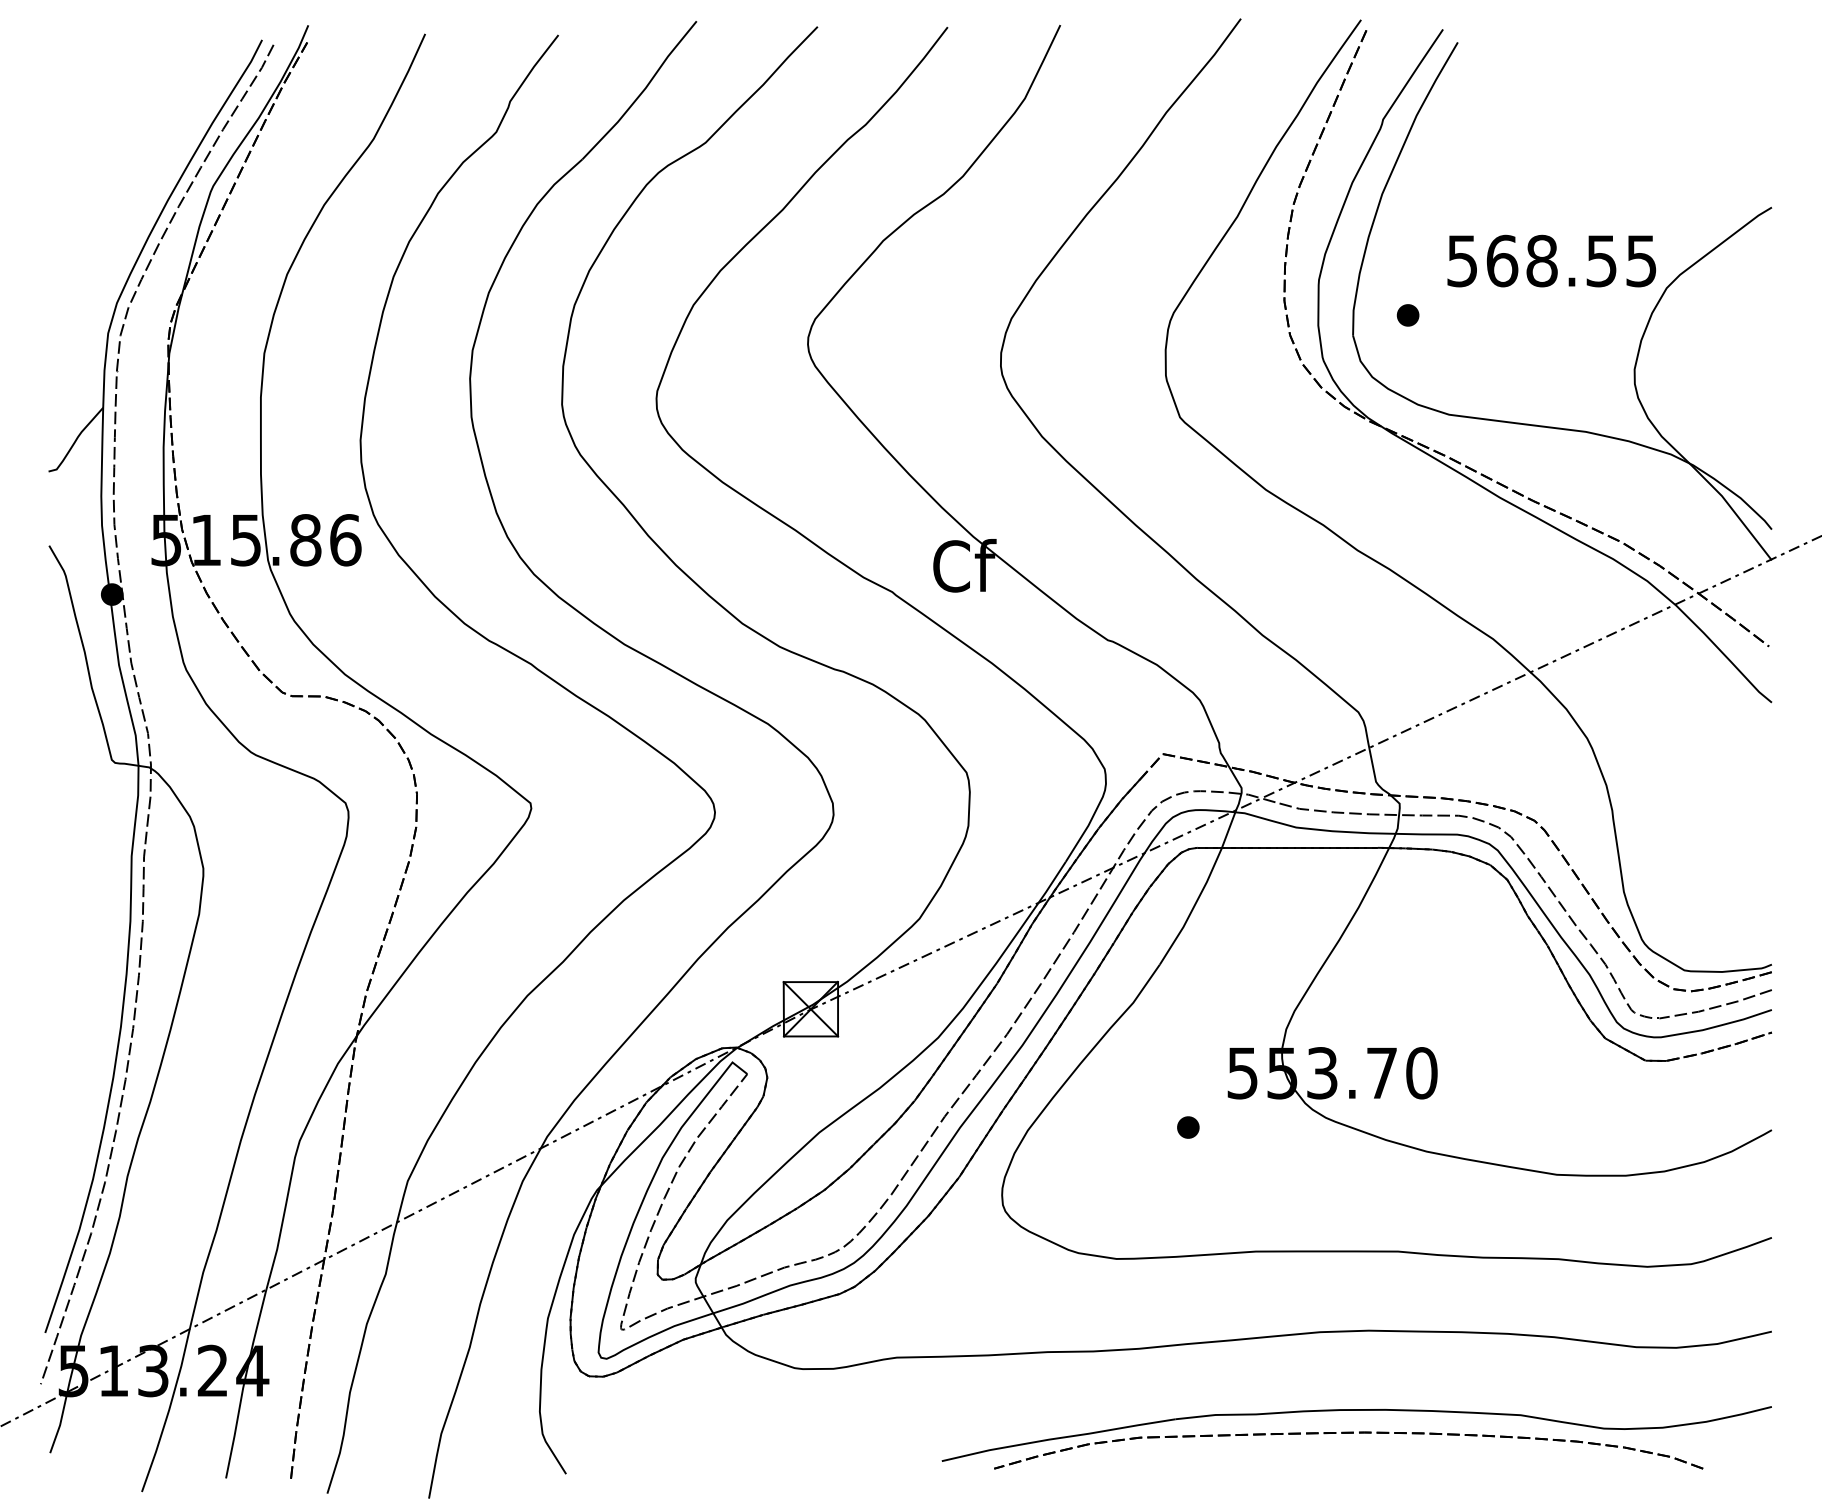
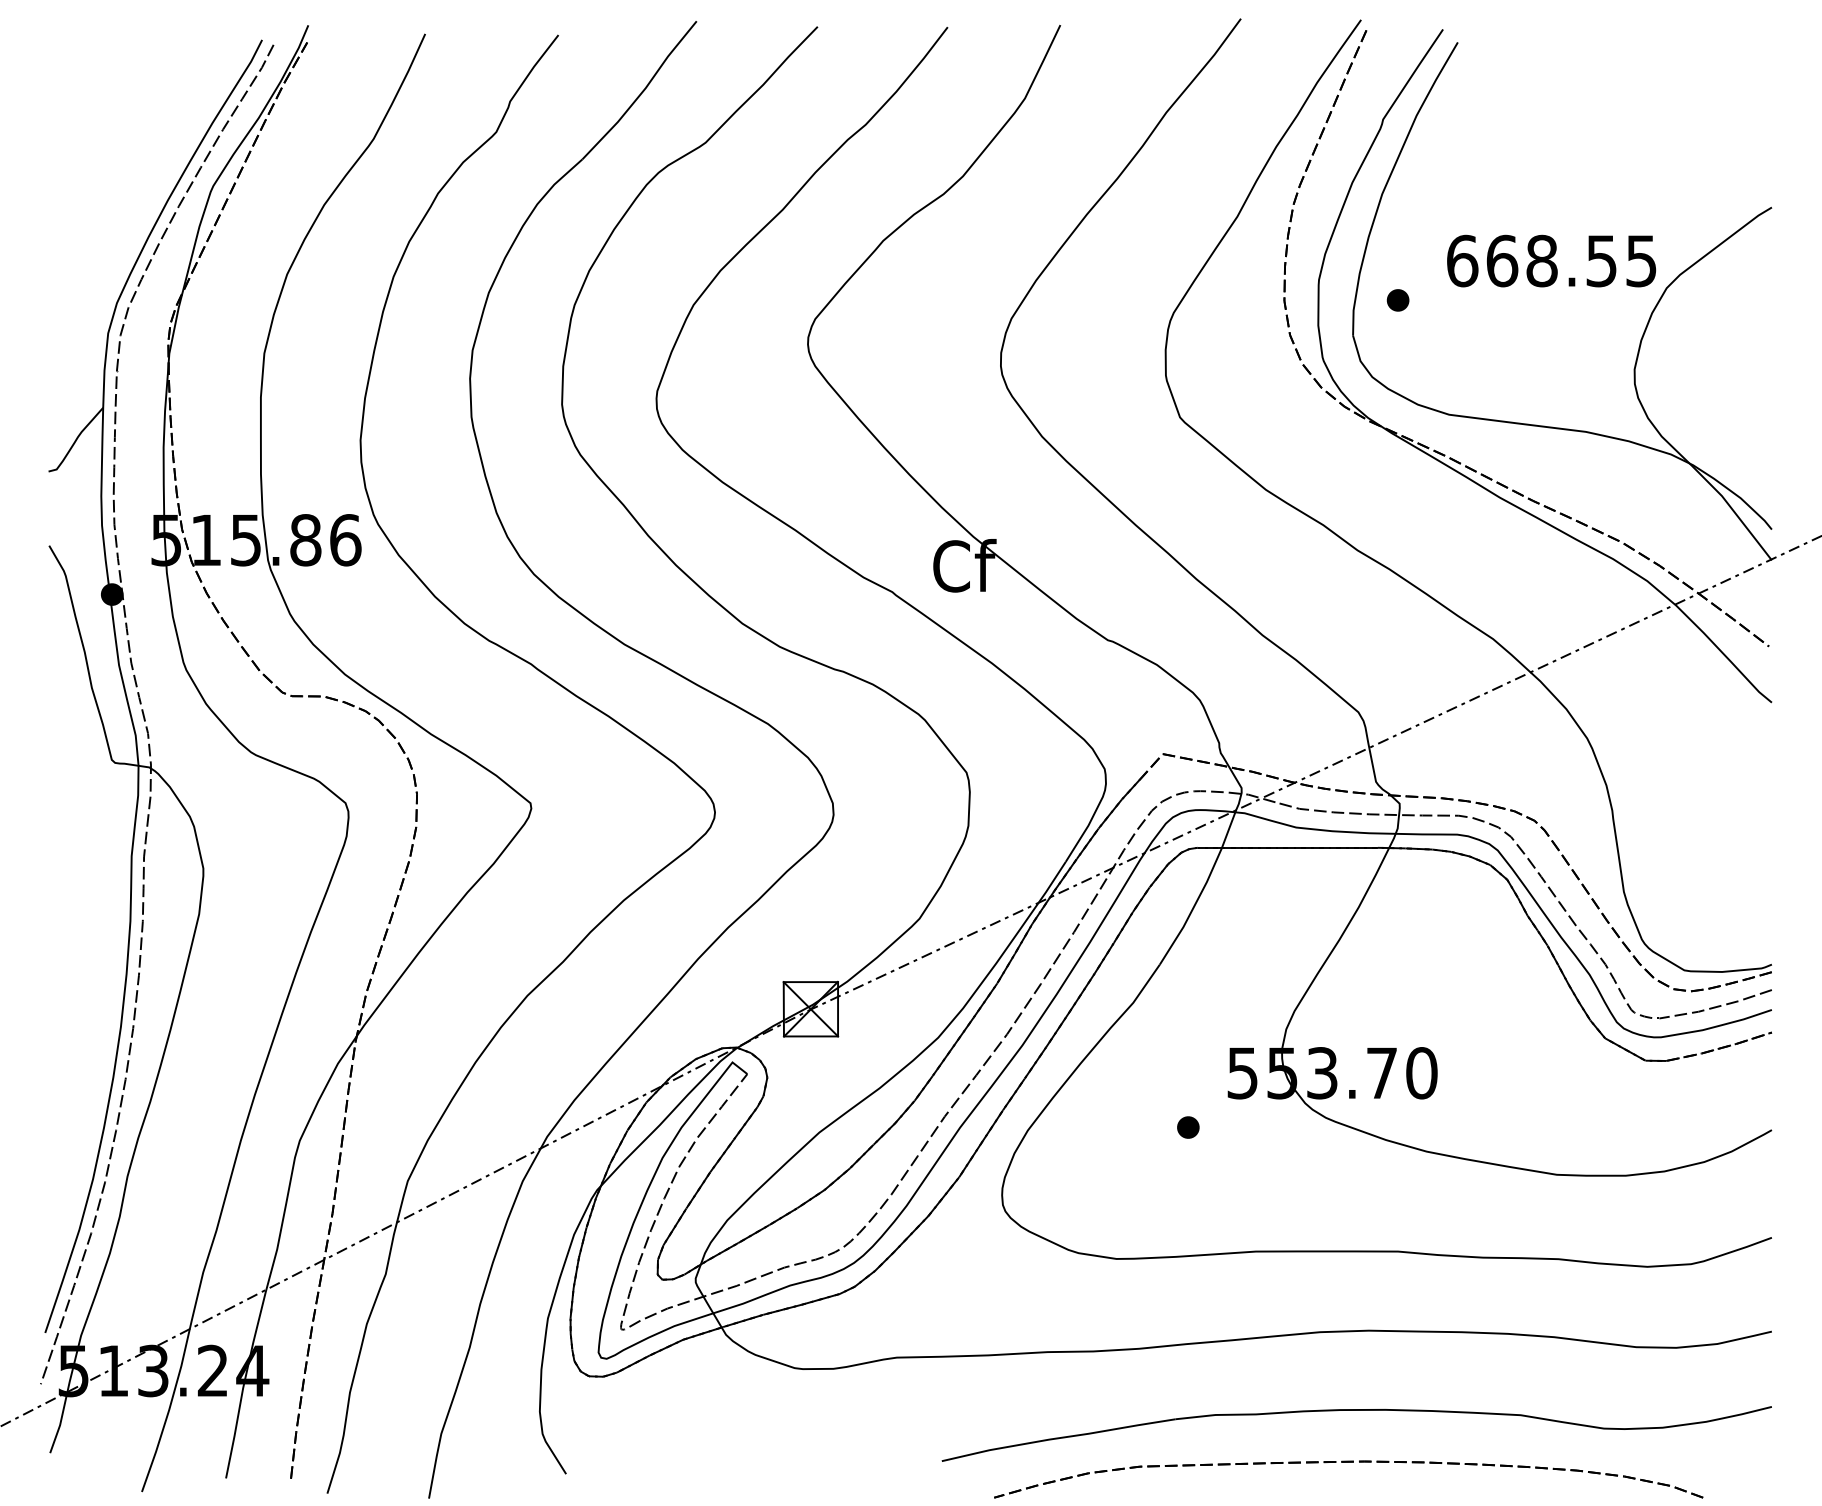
text at (1462, 260): 568.55 -> 668.55
part at (1407, 315) position: (1407, 315) -> (1397, 300)
part at (1348, 1433) position: (1348, 1433) -> (1348, 1462)
